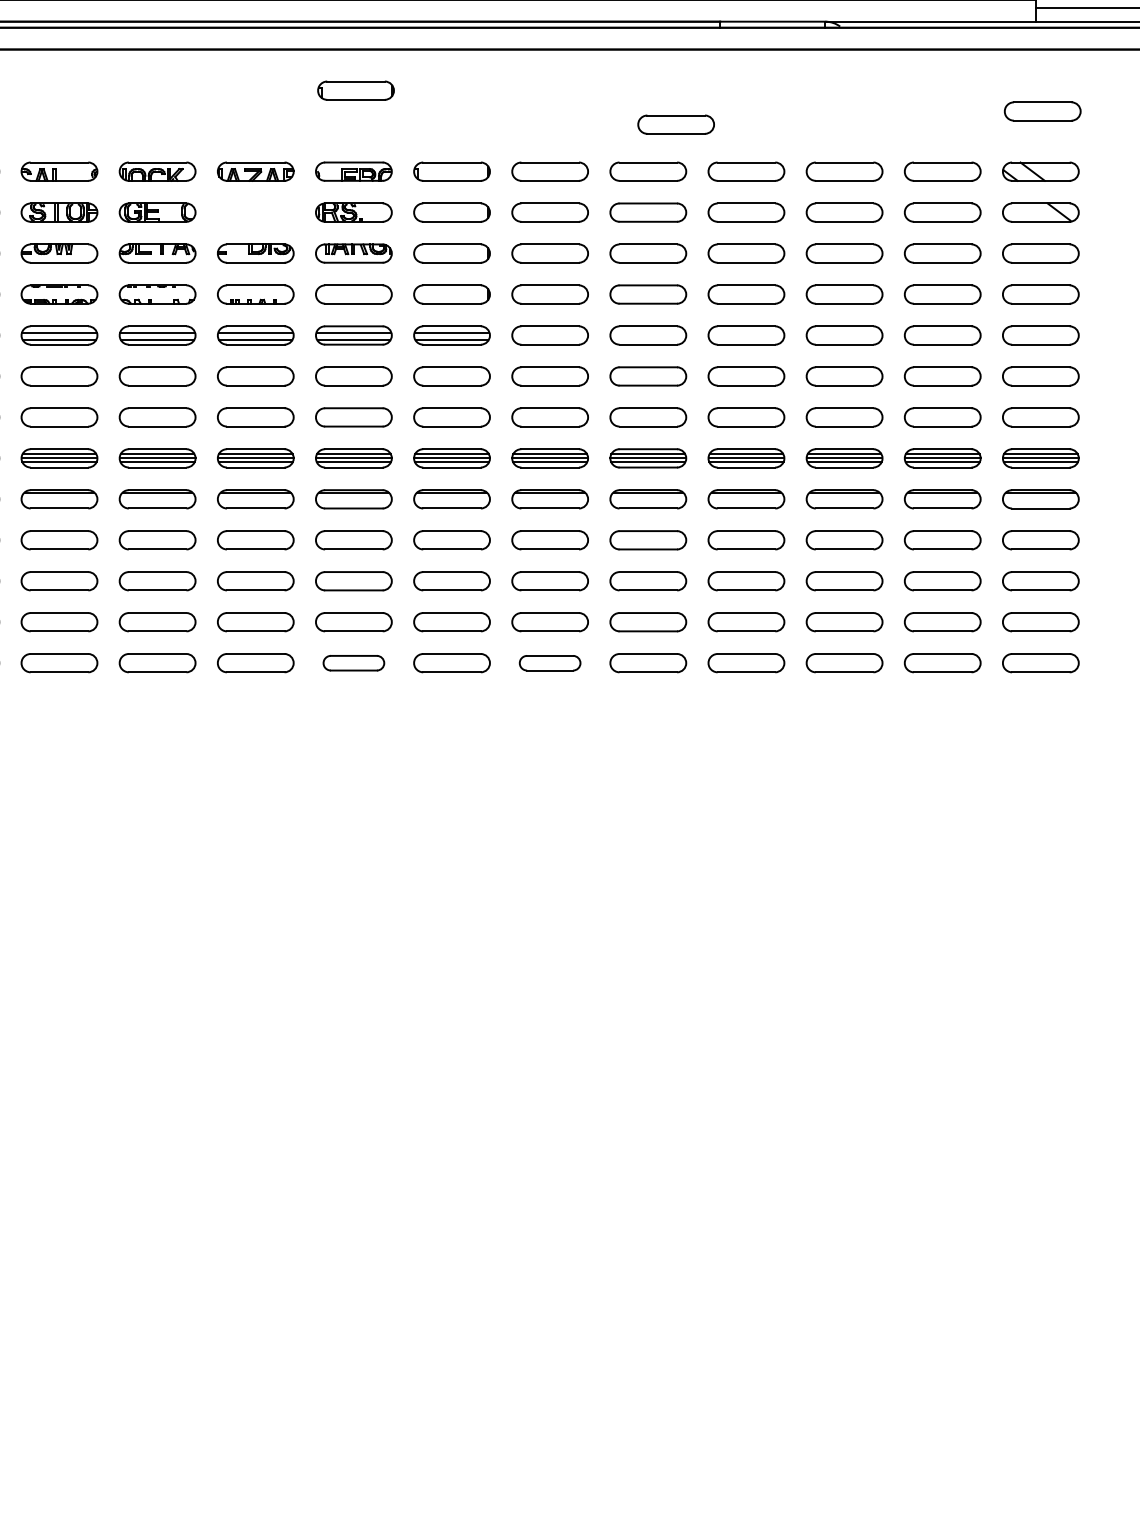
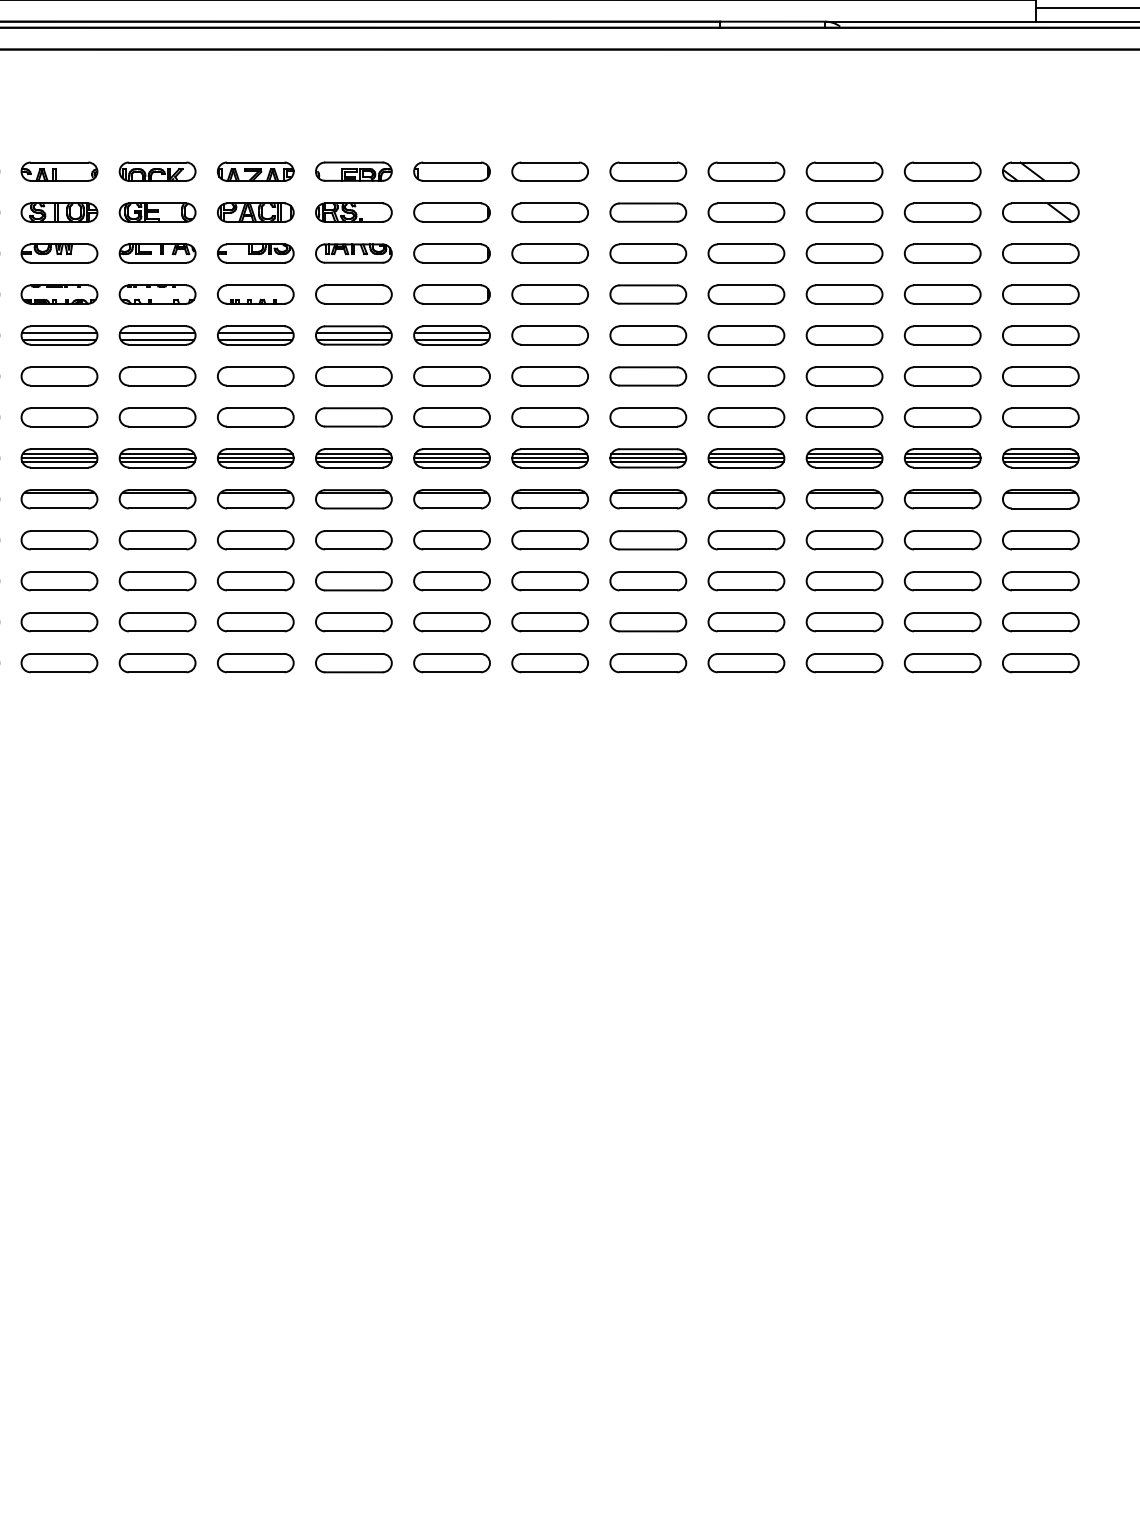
part at (355, 90): present -> none
part at (1042, 111): present -> none
part at (675, 124): present -> none
part at (255, 212): none -> present
part at (353, 663) size: 64x17 px -> 78x21 px
part at (549, 663) size: 64x17 px -> 78x21 px
